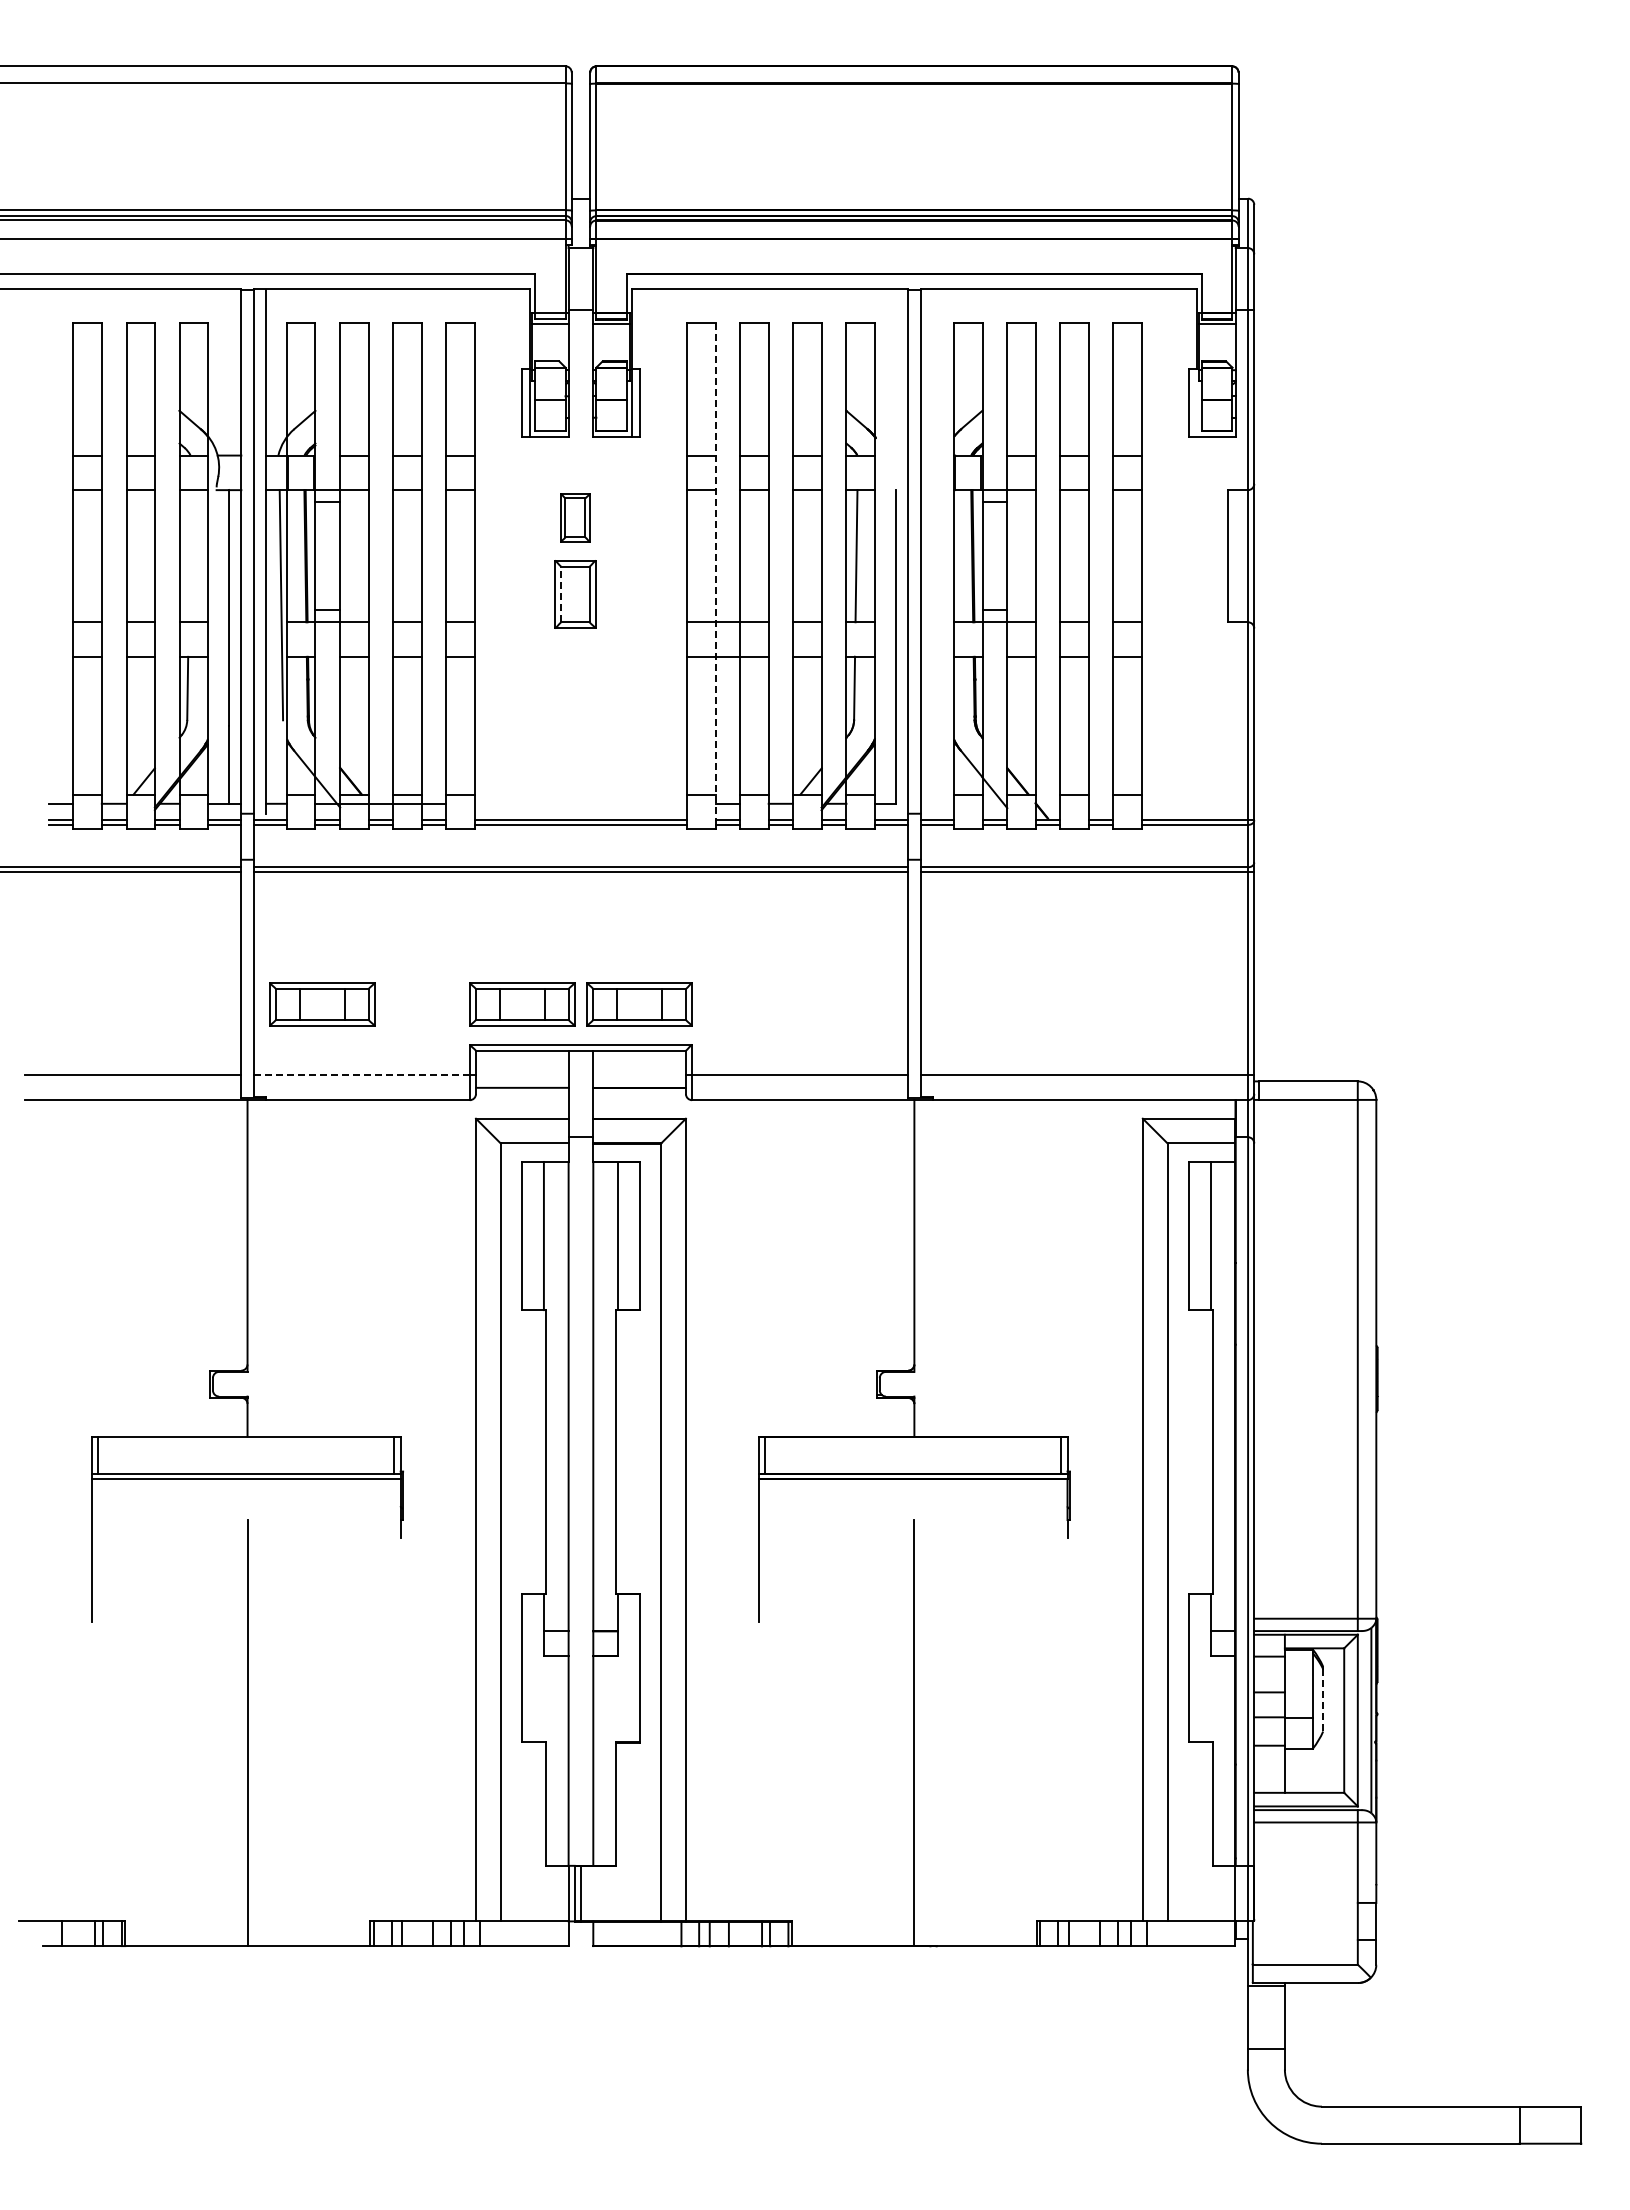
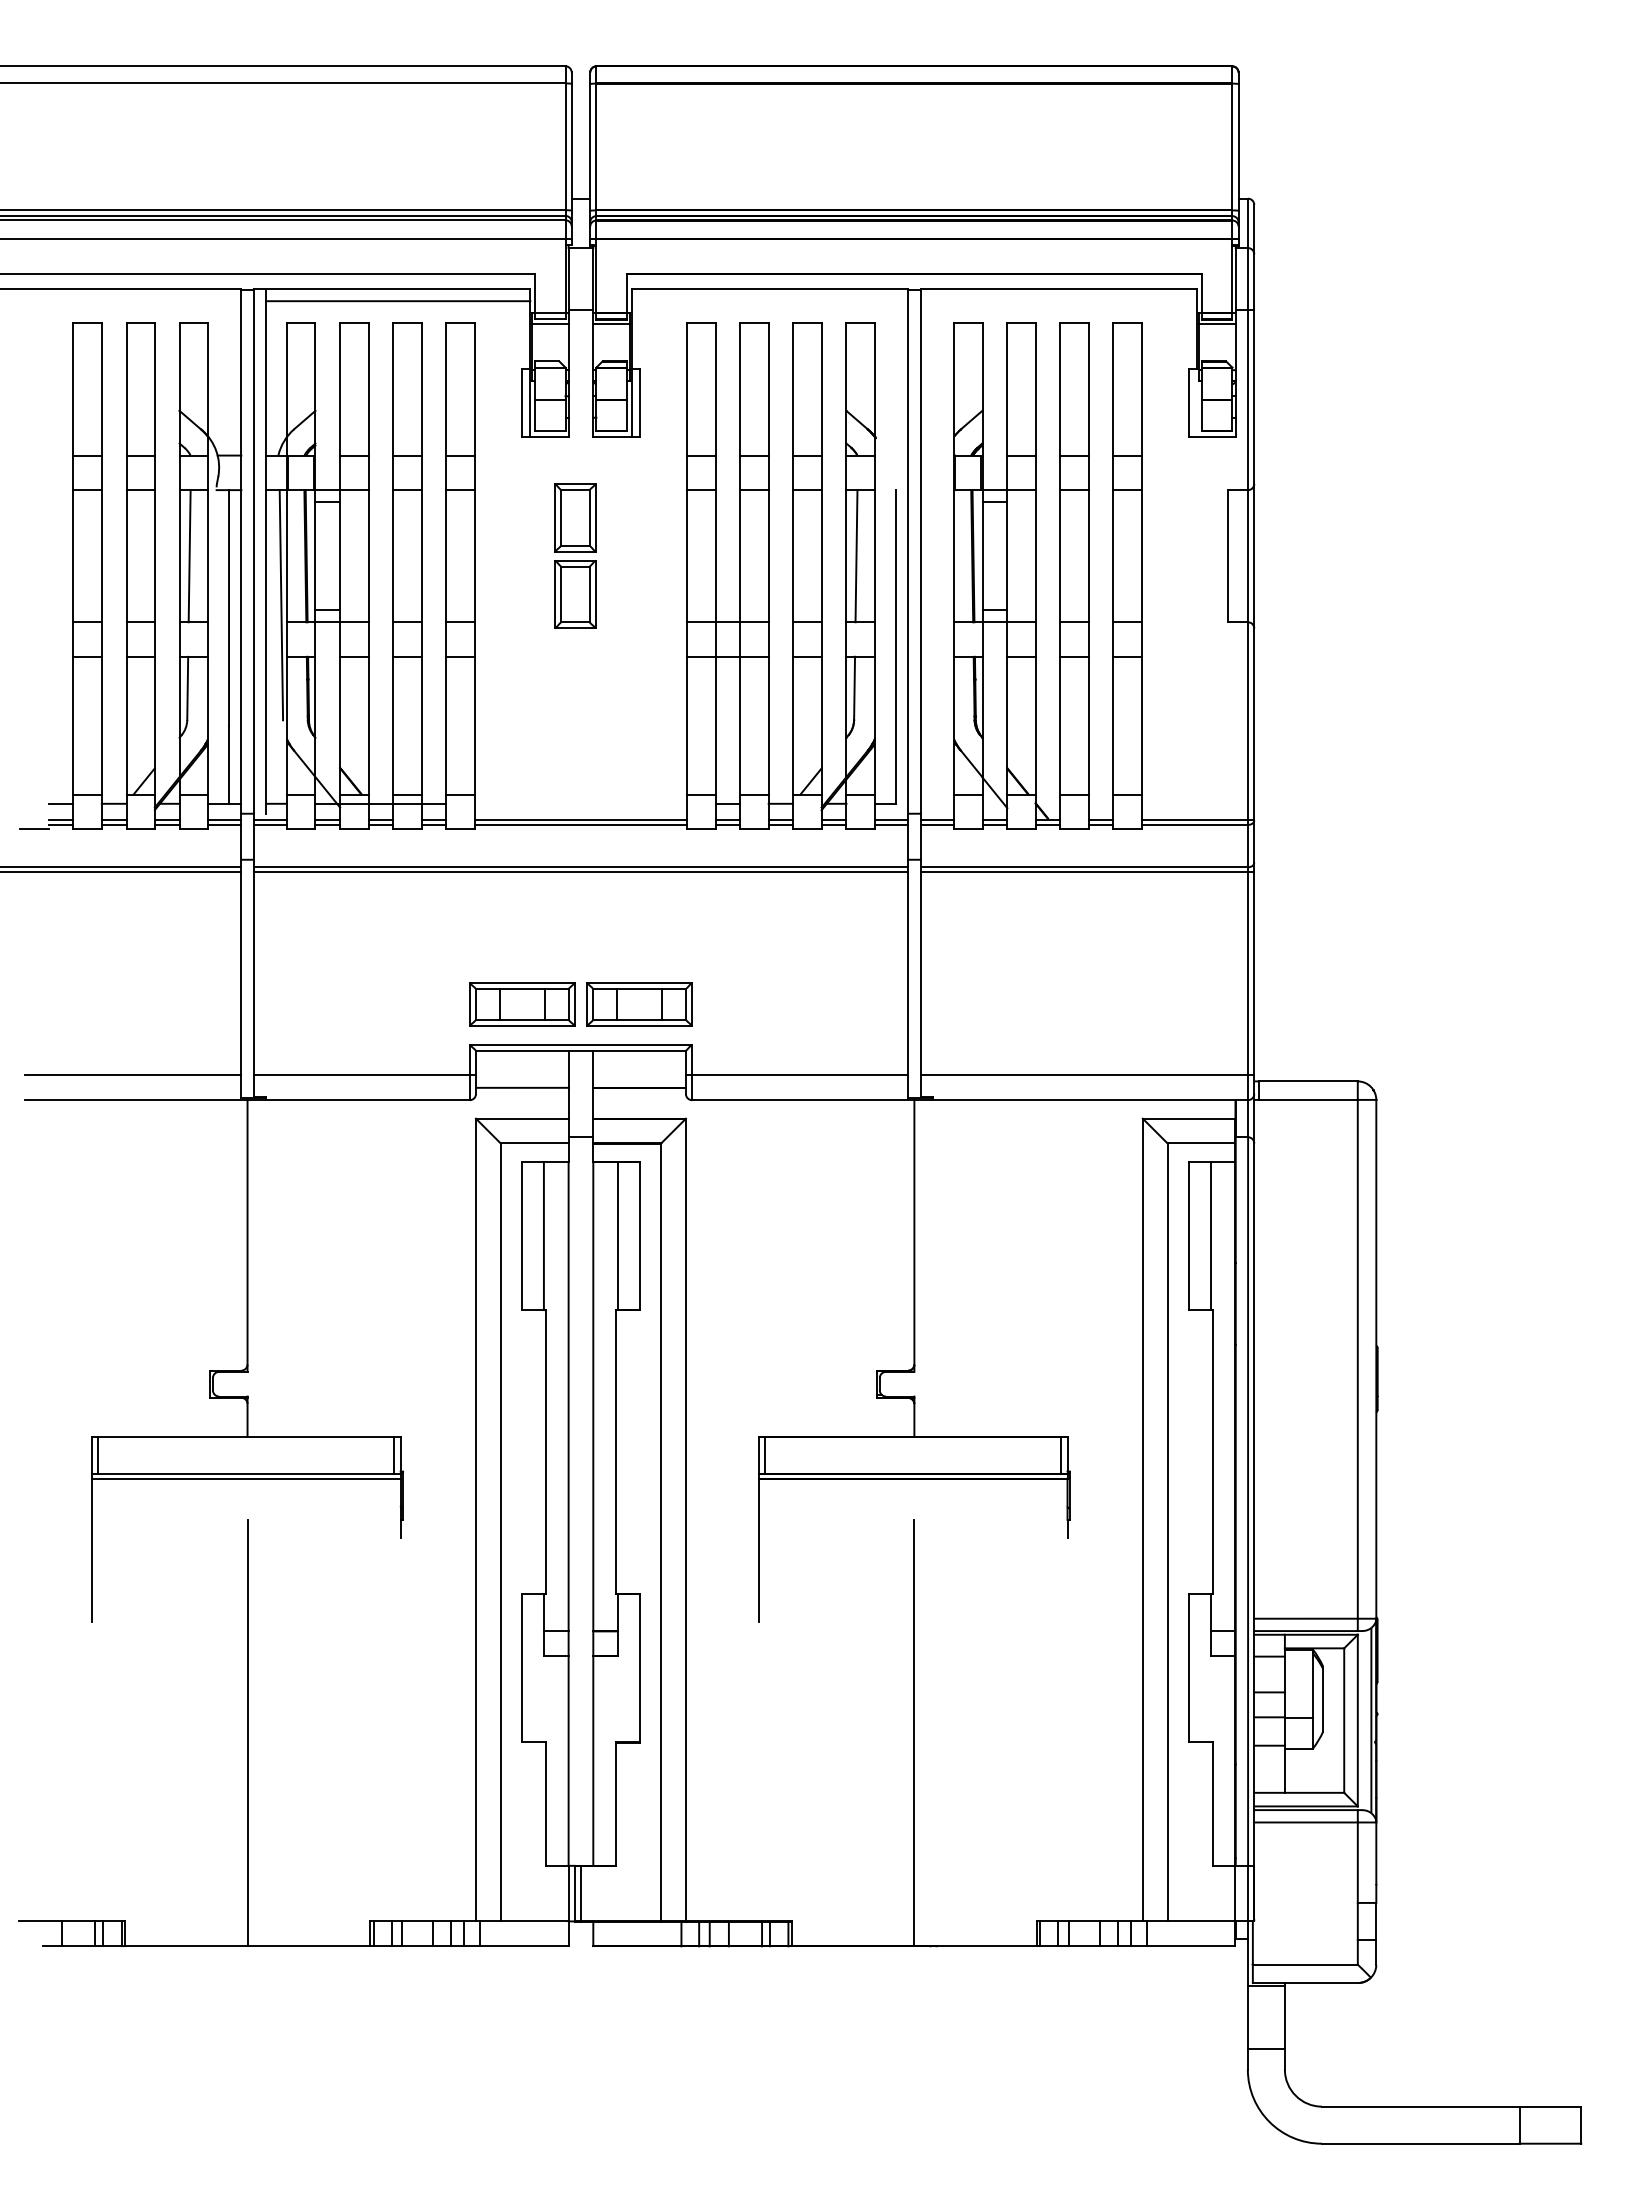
line at (398, 301): none -> present
part at (575, 517) size: 31x50 px -> 43x70 px
line at (189, 556): none -> present
line at (715, 572): dashed -> solid
line at (561, 594): dashed -> solid
line at (34, 828): none -> present
part at (322, 1004): present -> none
line at (362, 1075): dashed -> solid
line at (1323, 1700): dashed -> solid
